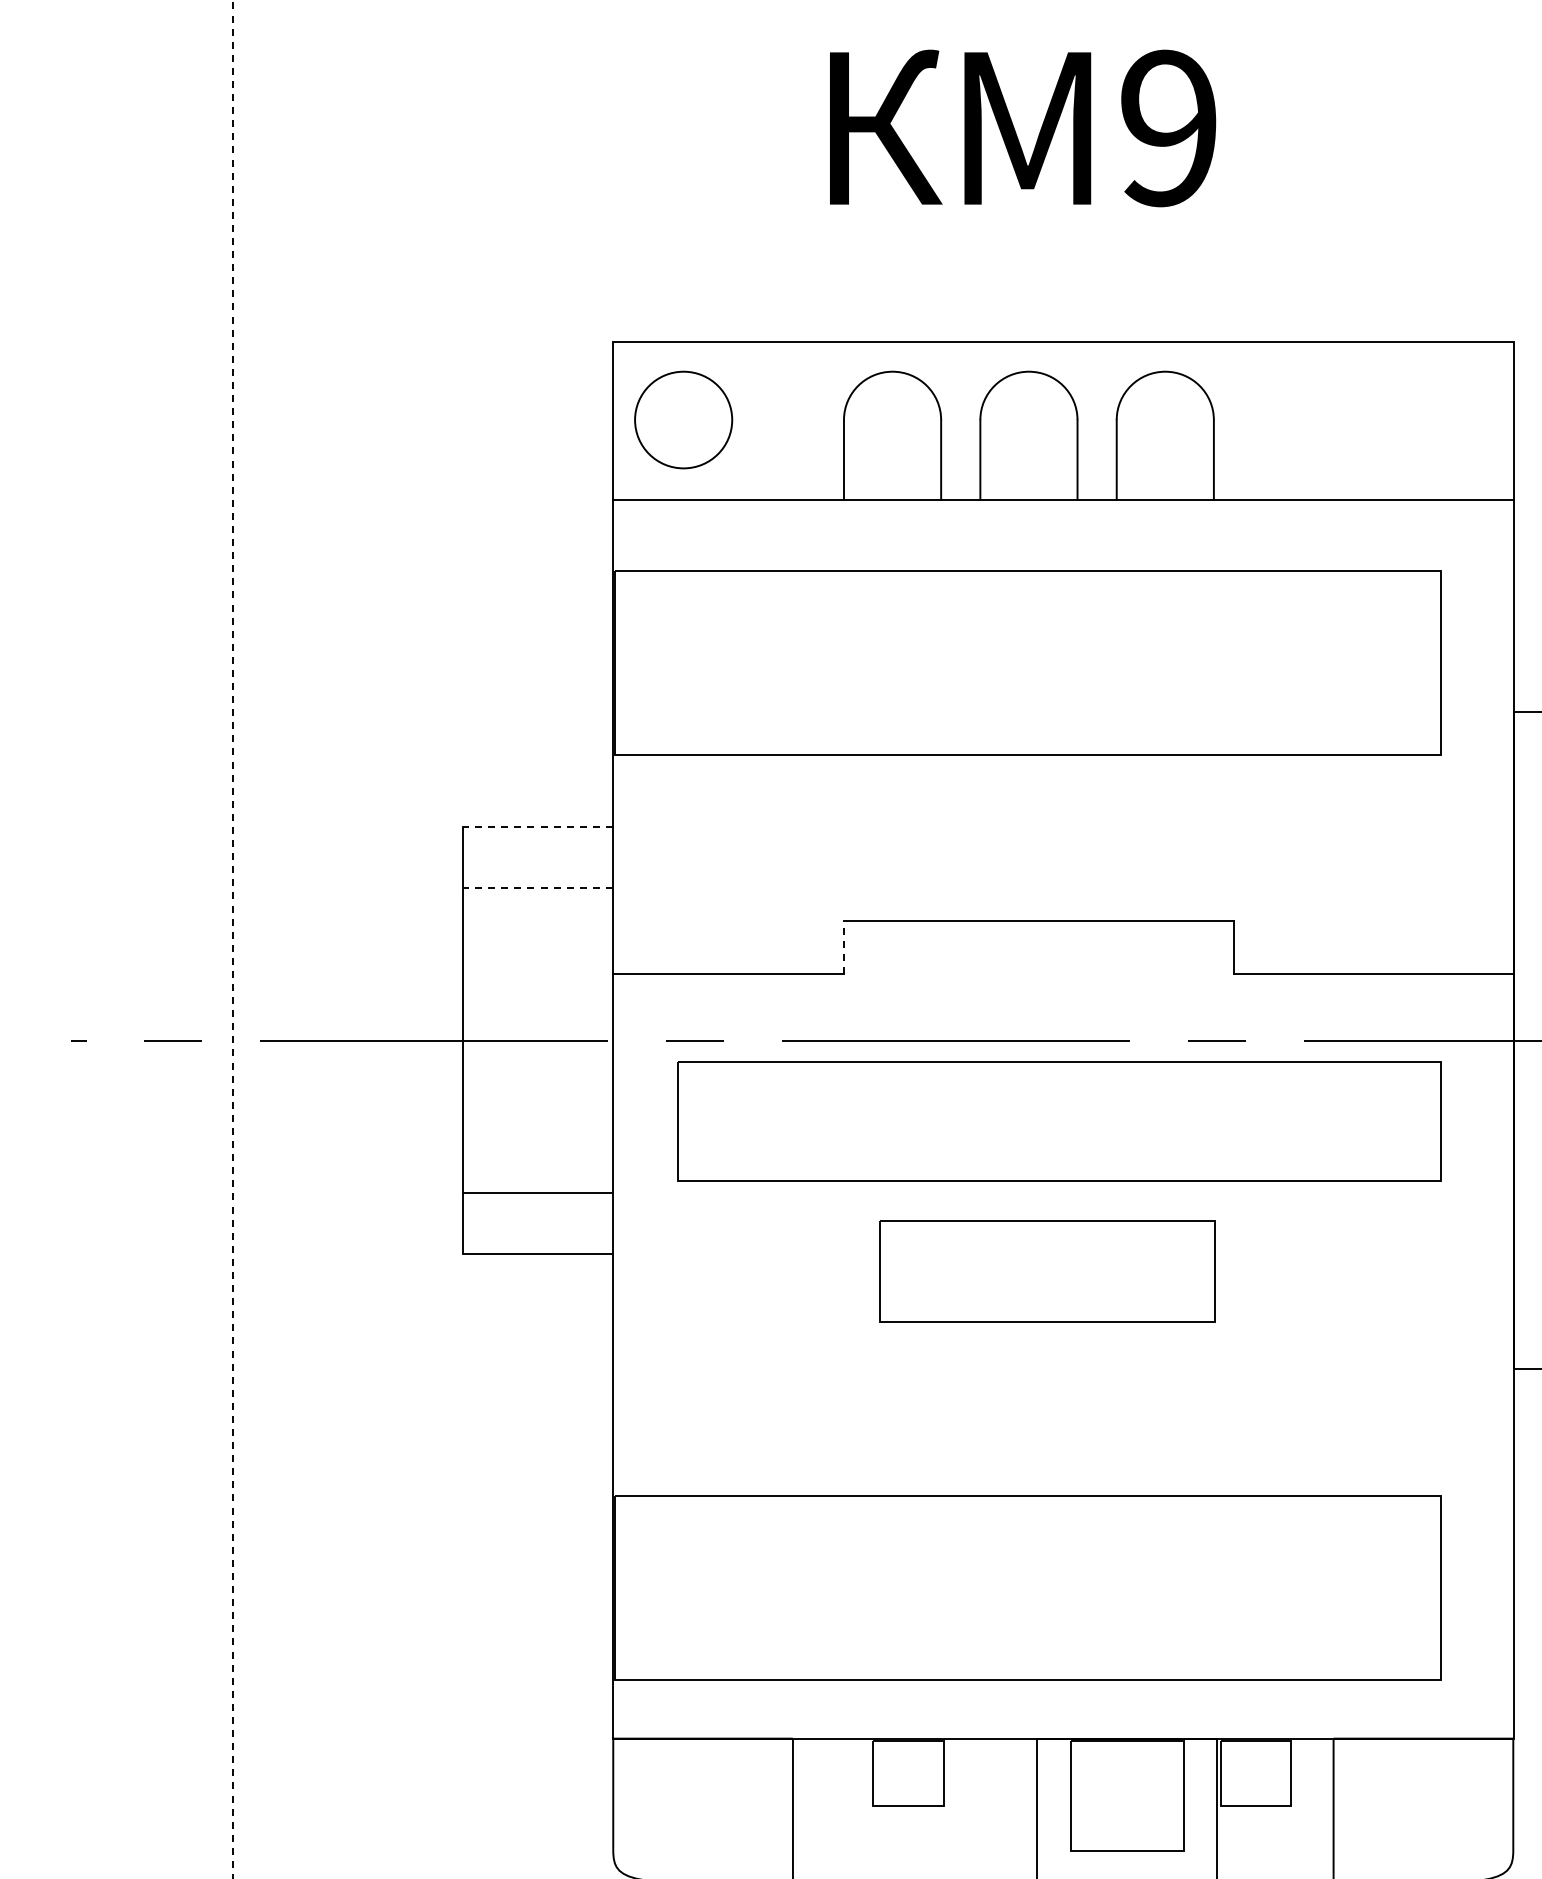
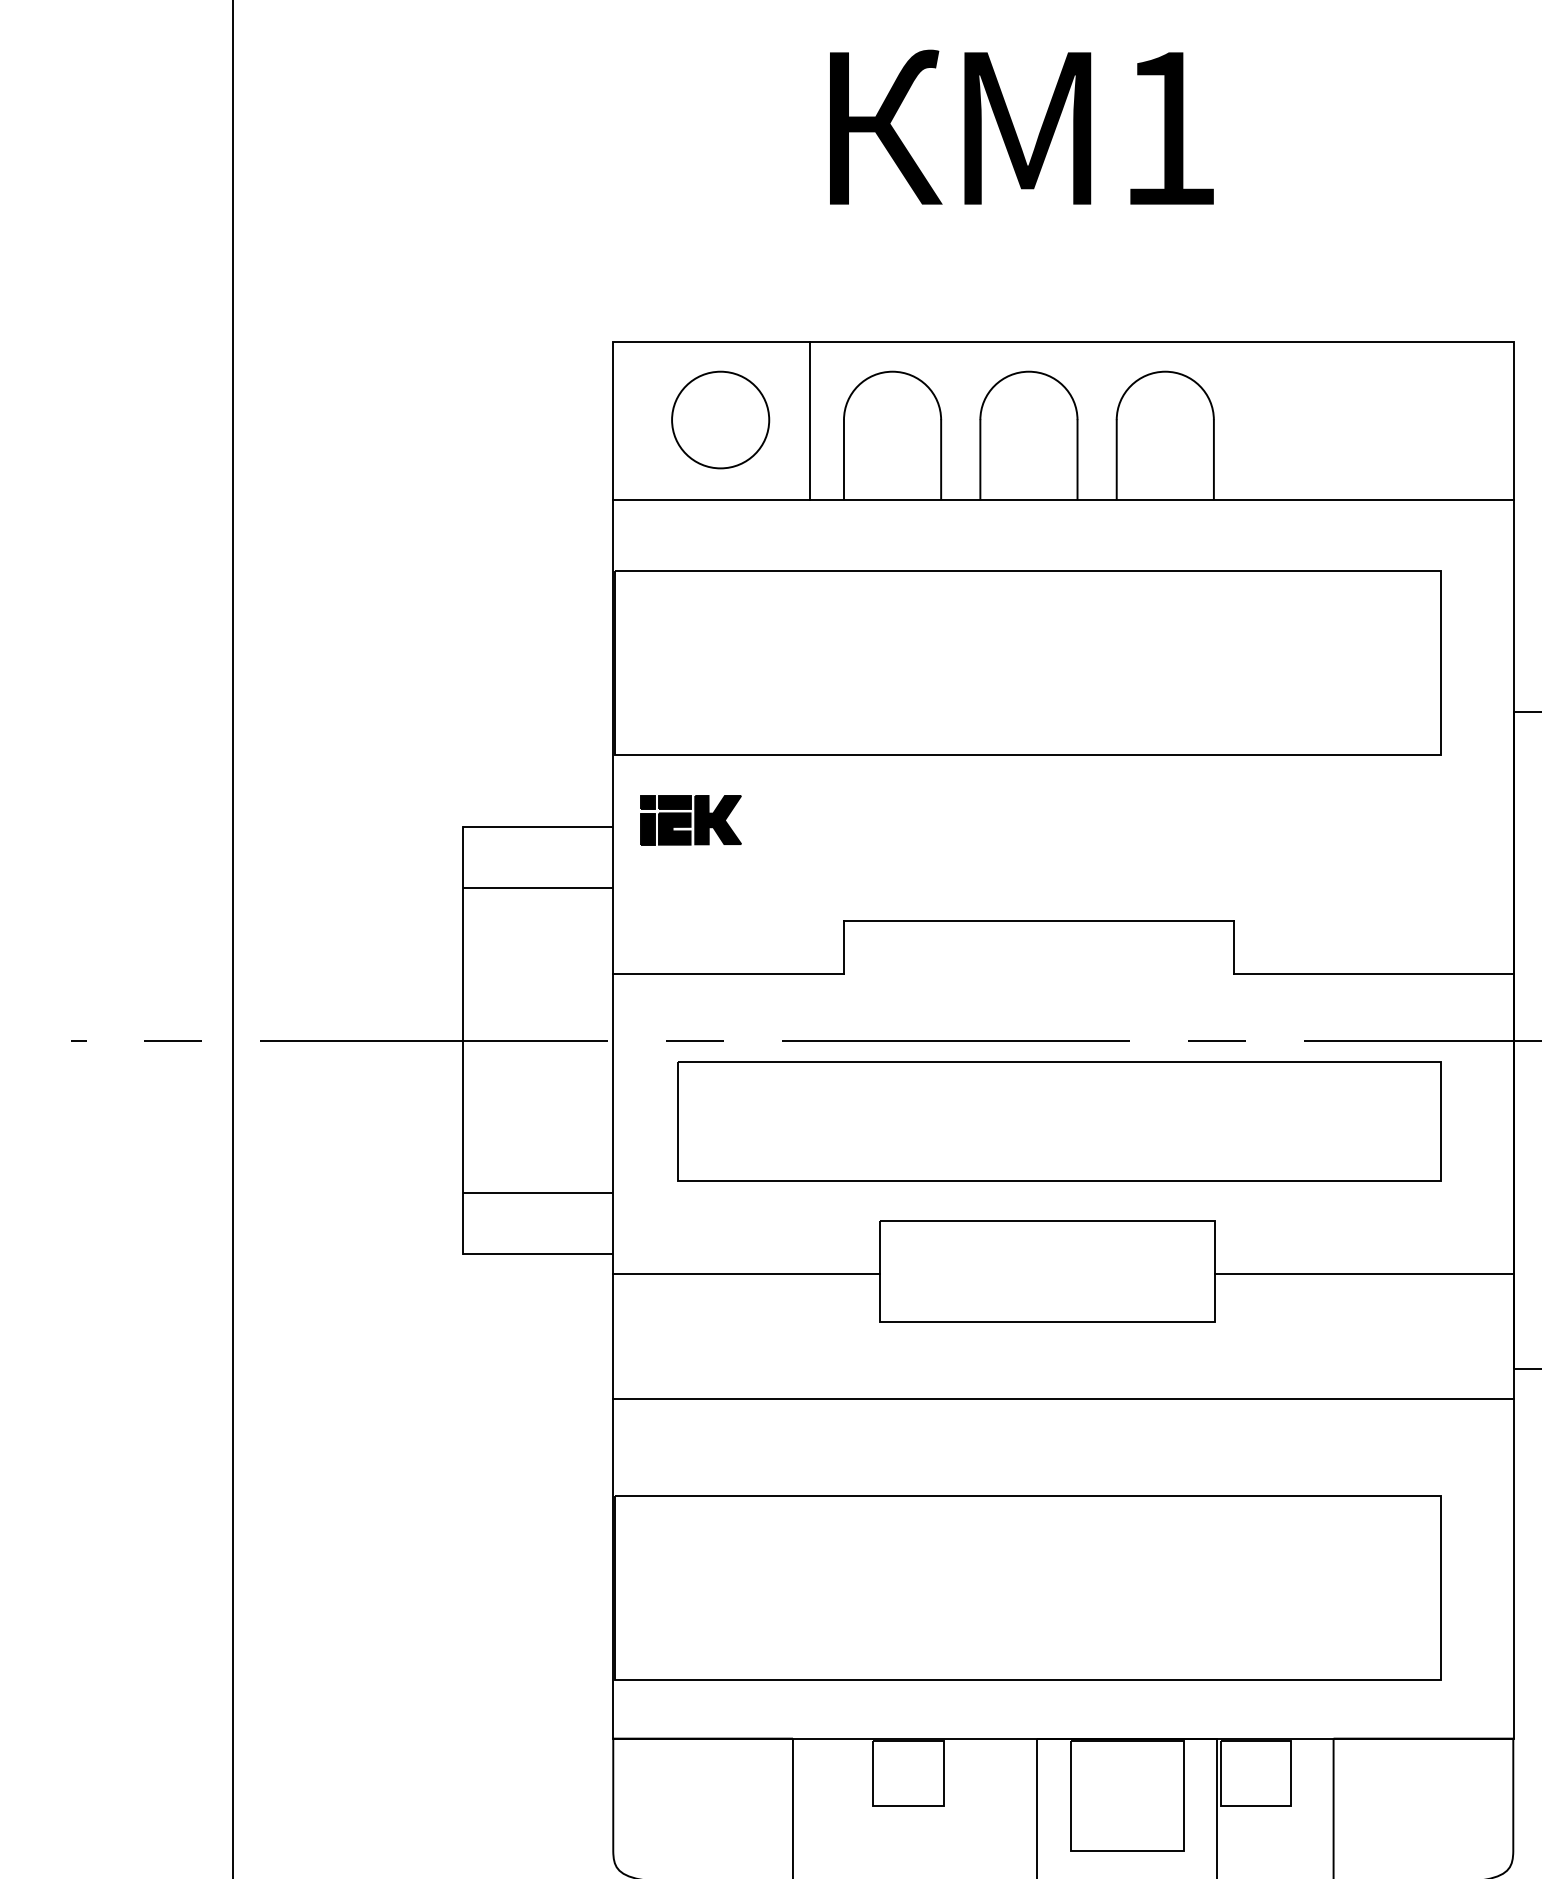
text at (1168, 128): 9 -> 1
part at (683, 419) position: (683, 419) -> (720, 419)
line at (810, 421): none -> present
part at (690, 820): none -> present
line at (538, 827): dashed -> solid
line at (538, 888): dashed -> solid
line at (232, 939): dashed -> solid
line at (843, 947): dashed -> solid
line at (746, 1274): none -> present
line at (1363, 1274): none -> present
line at (1063, 1398): none -> present
